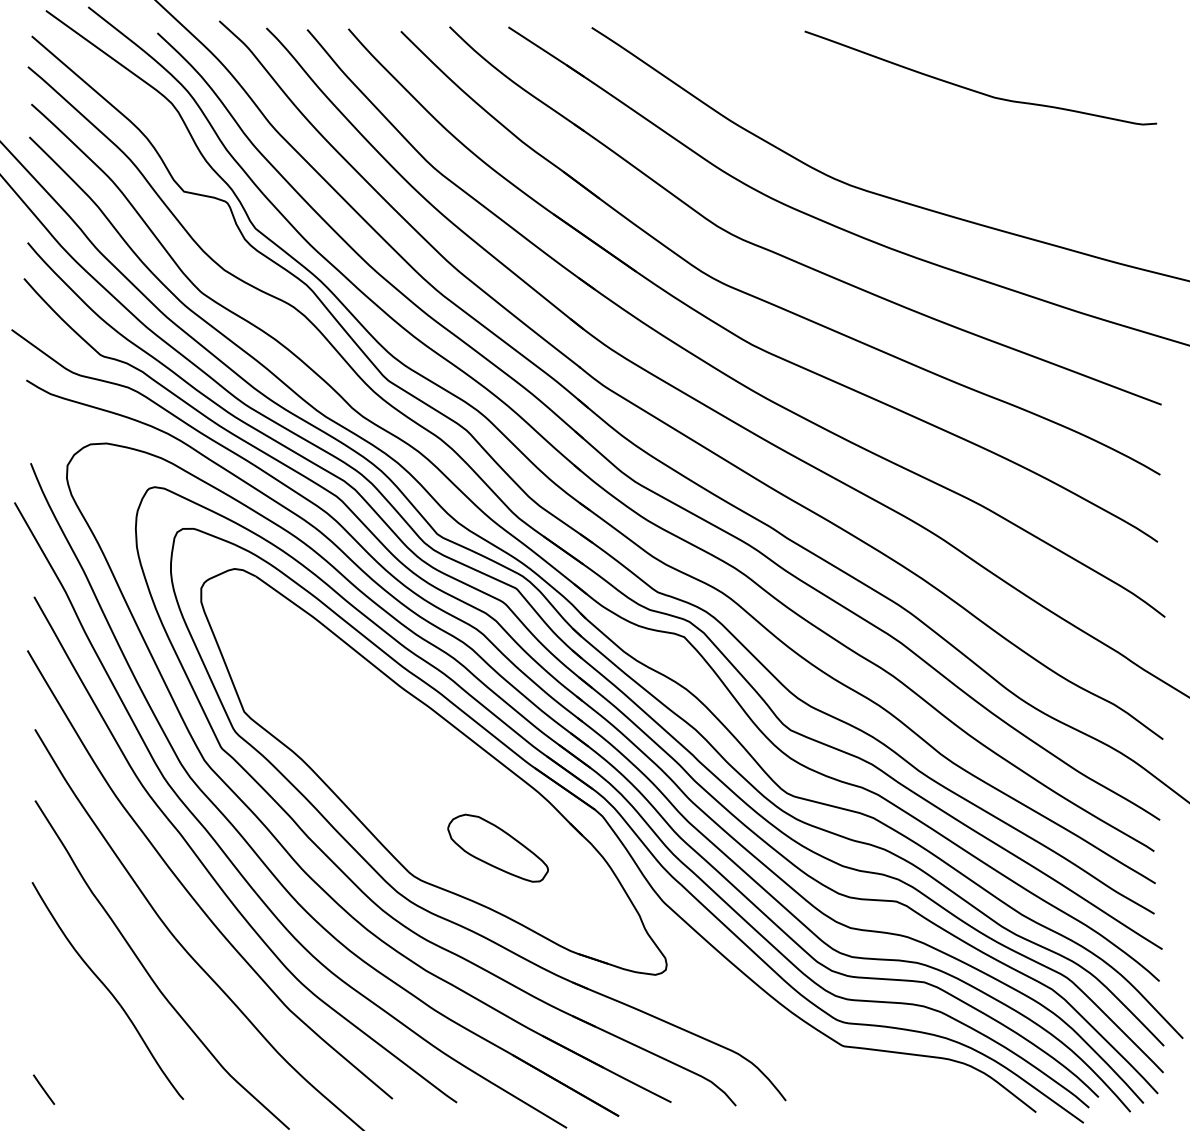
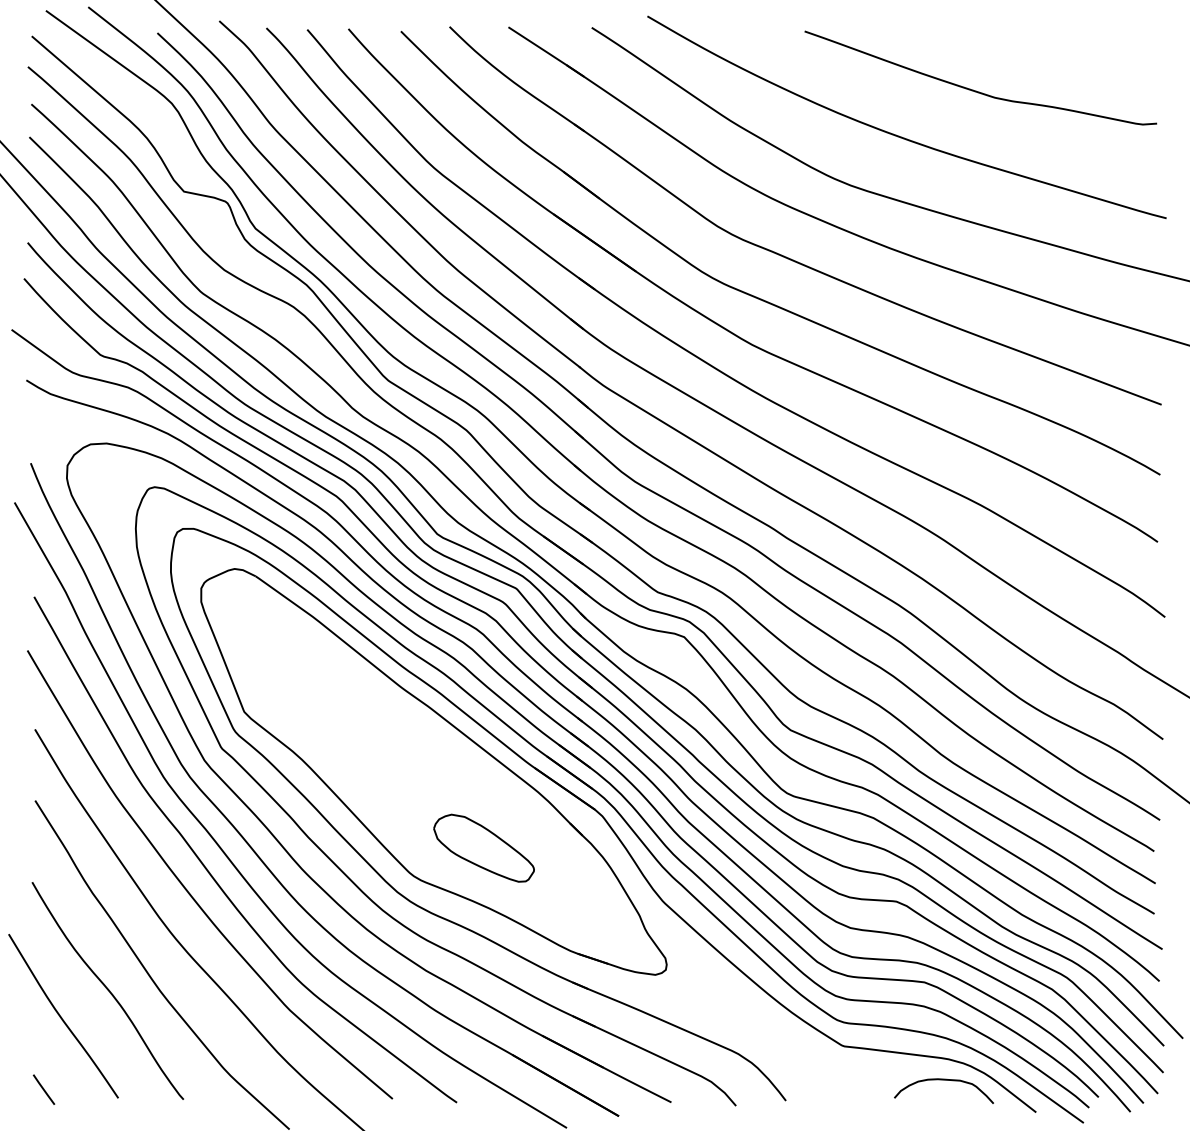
curve at (899, 135): none -> present
part at (497, 847) position: (497, 847) -> (483, 847)
curve at (62, 1017): none -> present
curve at (943, 1080): none -> present
